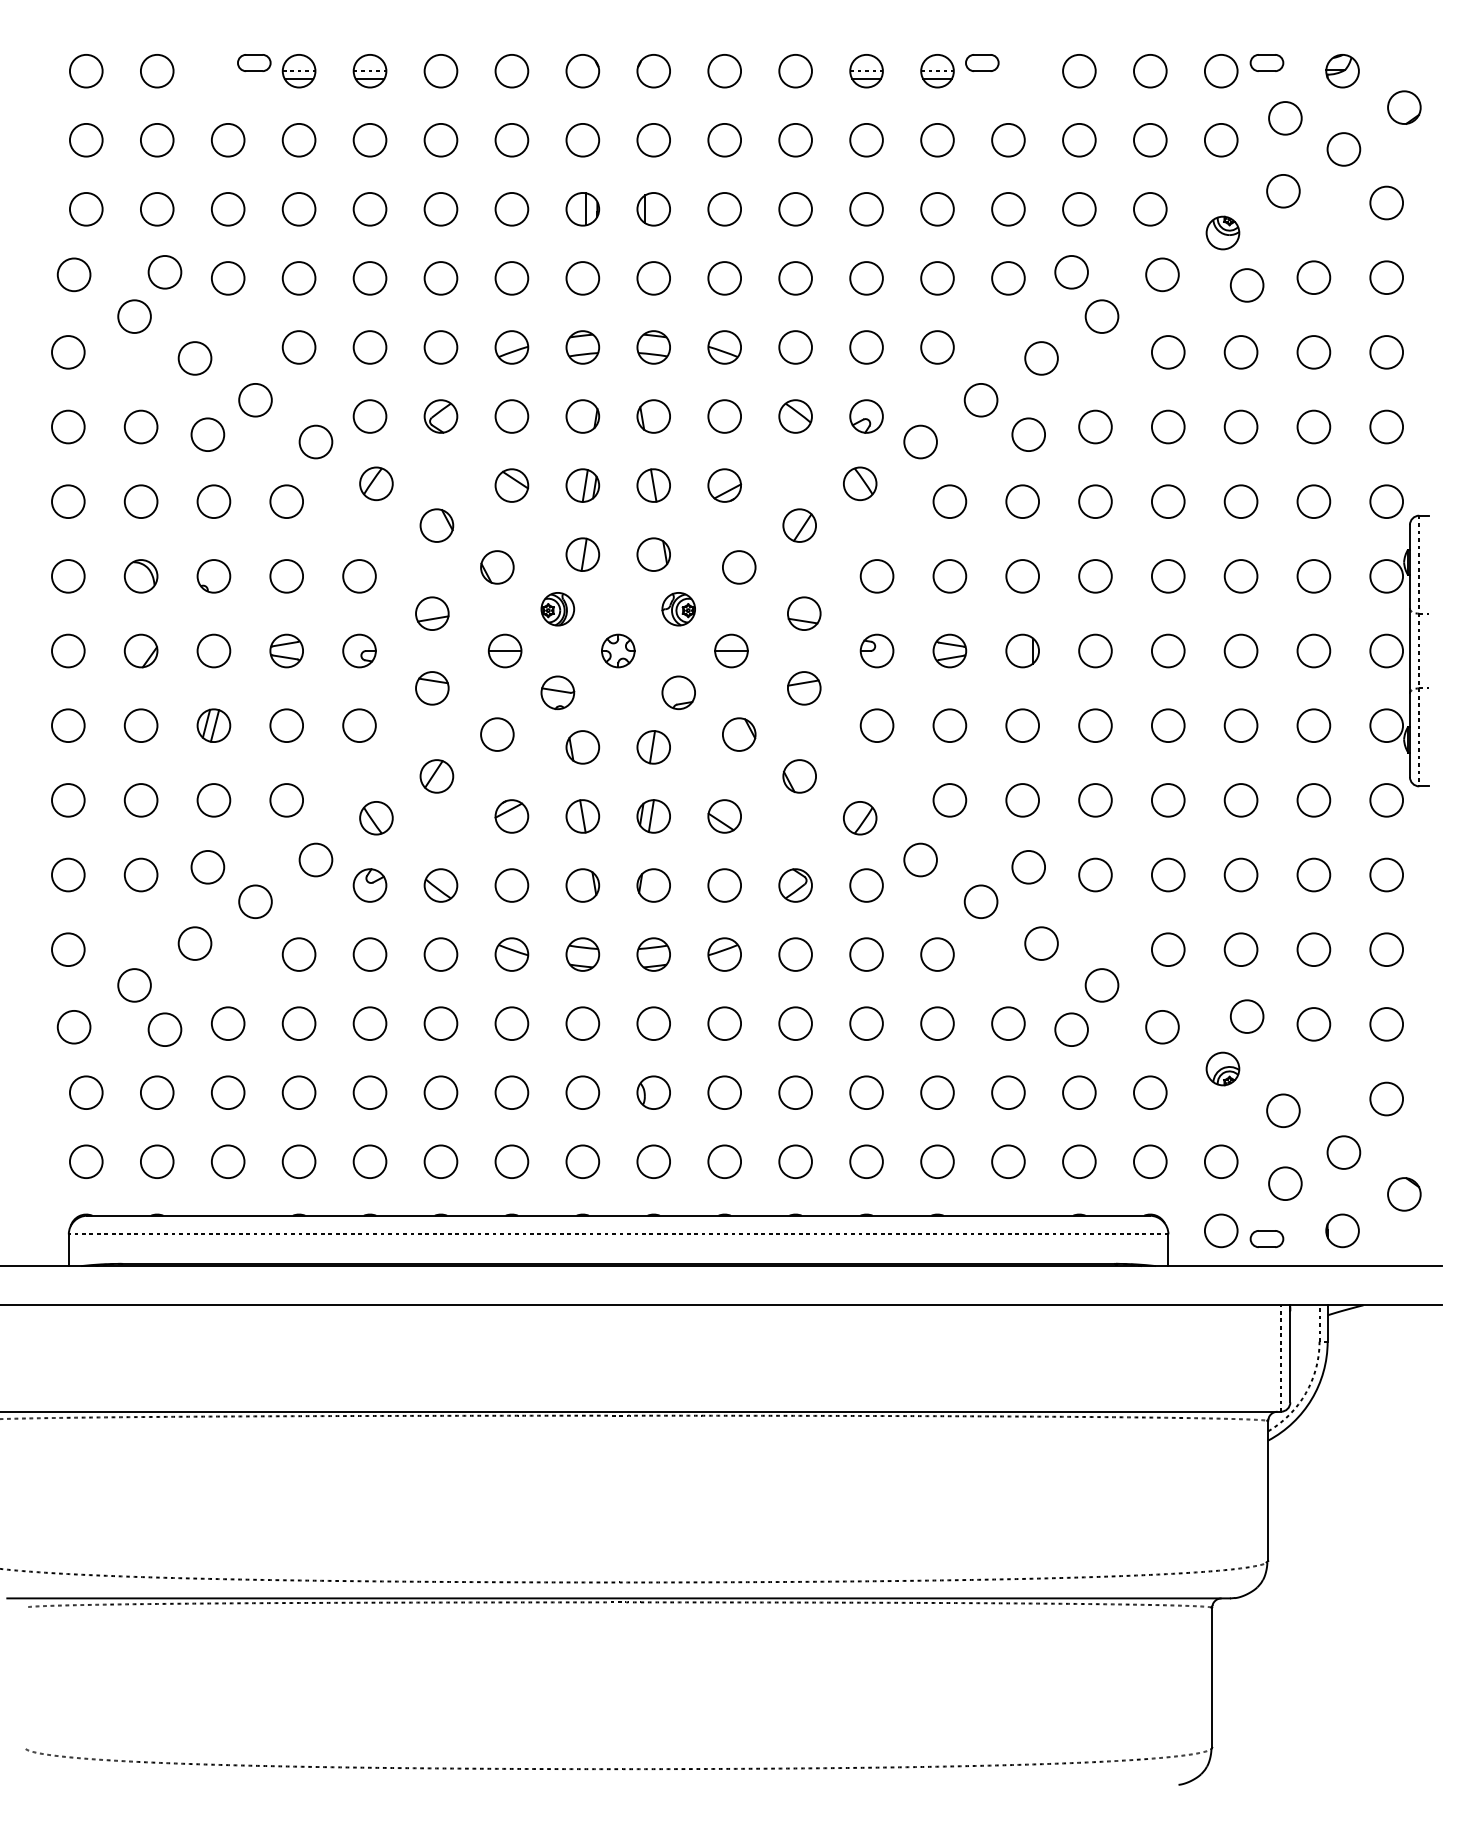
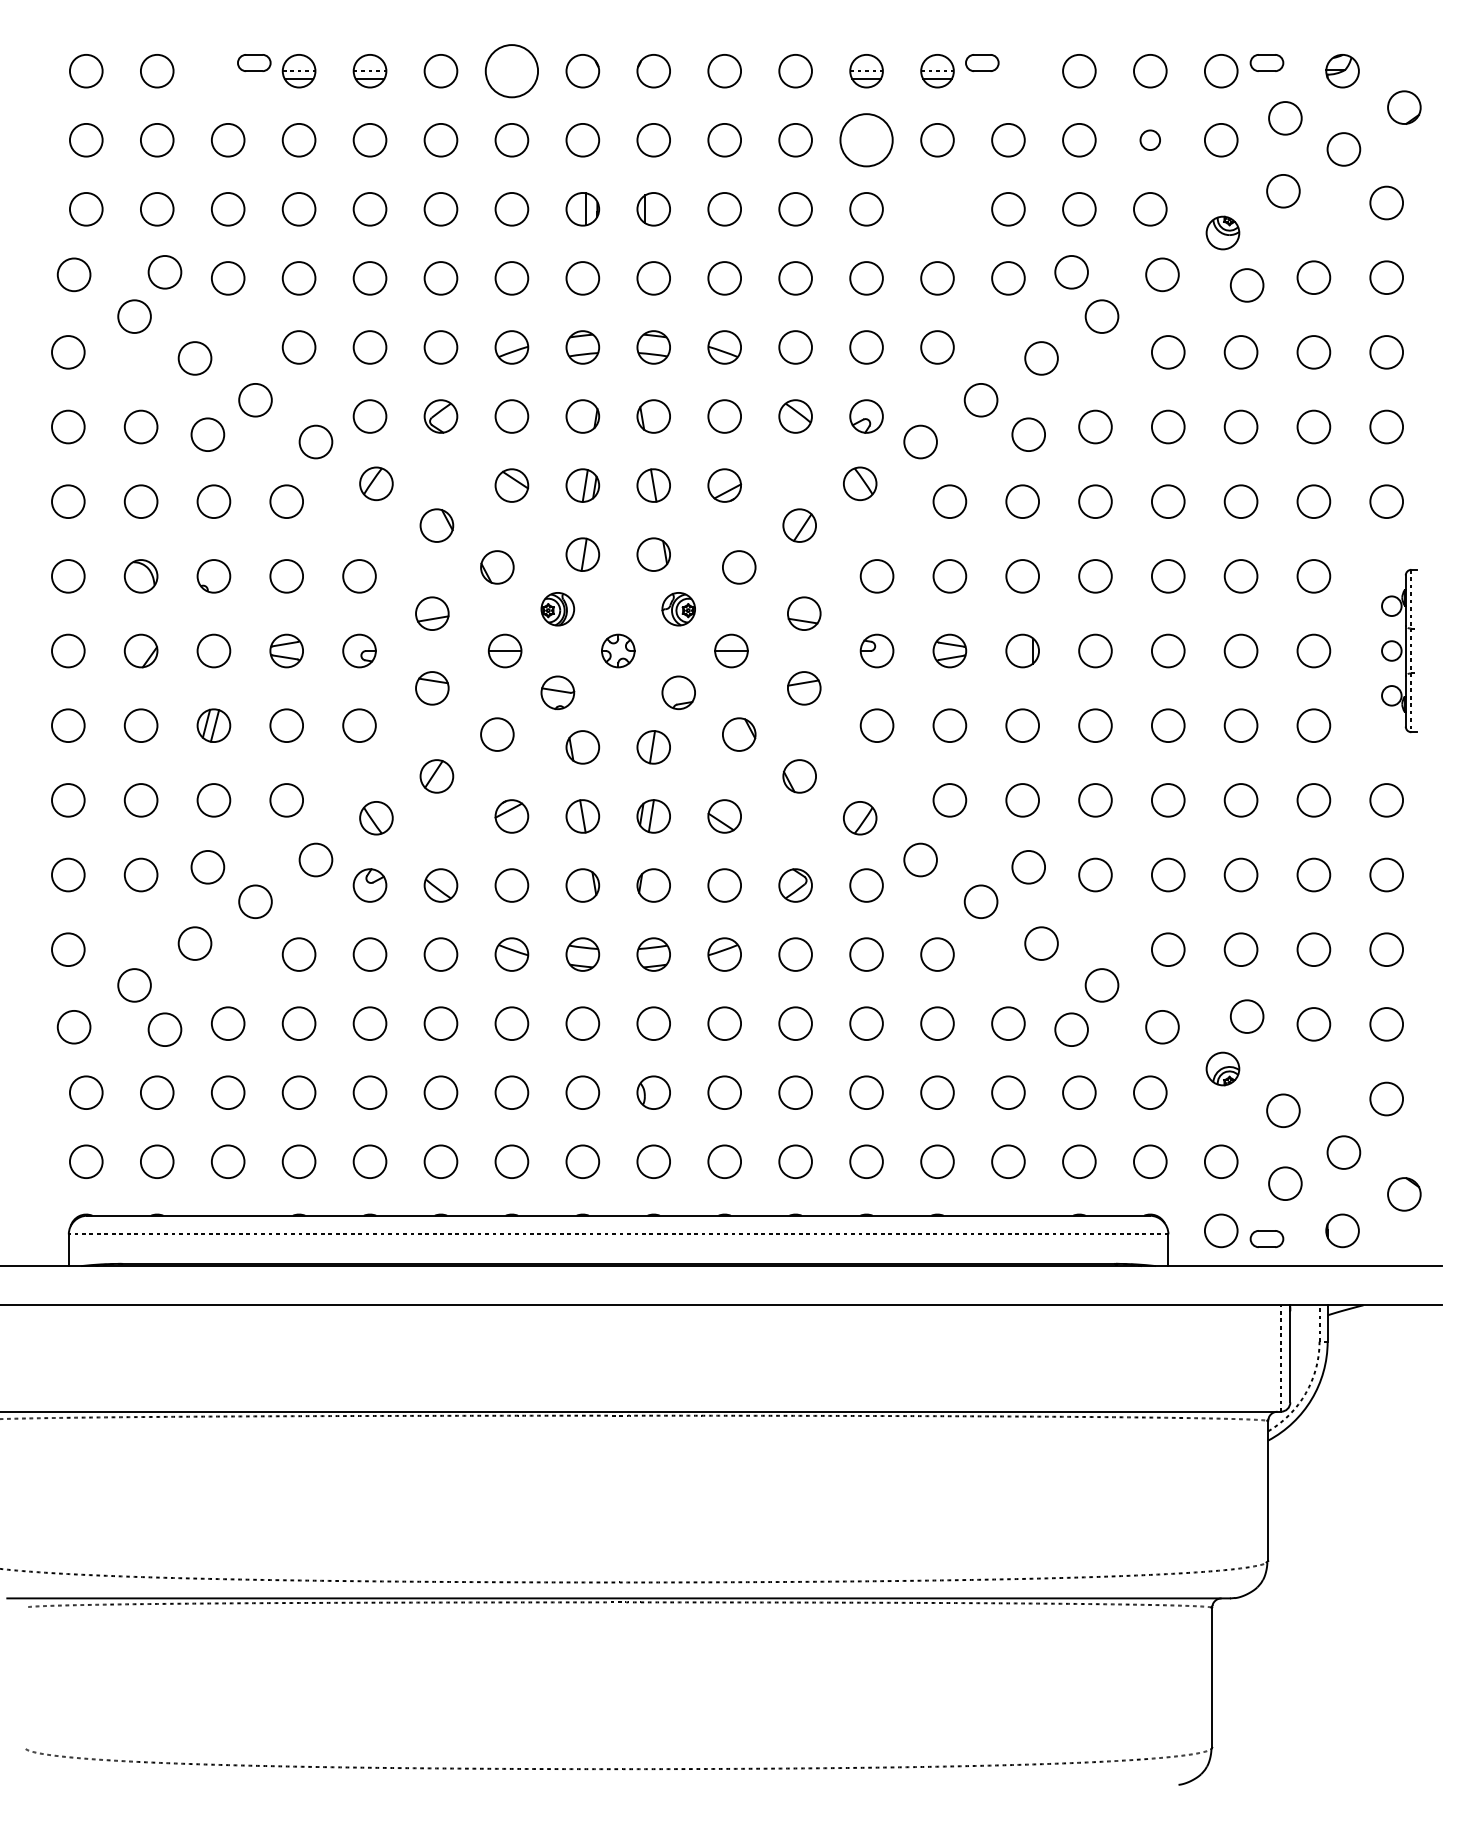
circle at (511, 70) diameter: 33 px -> 52 px
circle at (866, 139) diameter: 33 px -> 52 px
circle at (1149, 139) diameter: 33 px -> 20 px
circle at (937, 209): present -> none
part at (1399, 650) size: 61x274 px -> 37x165 px
